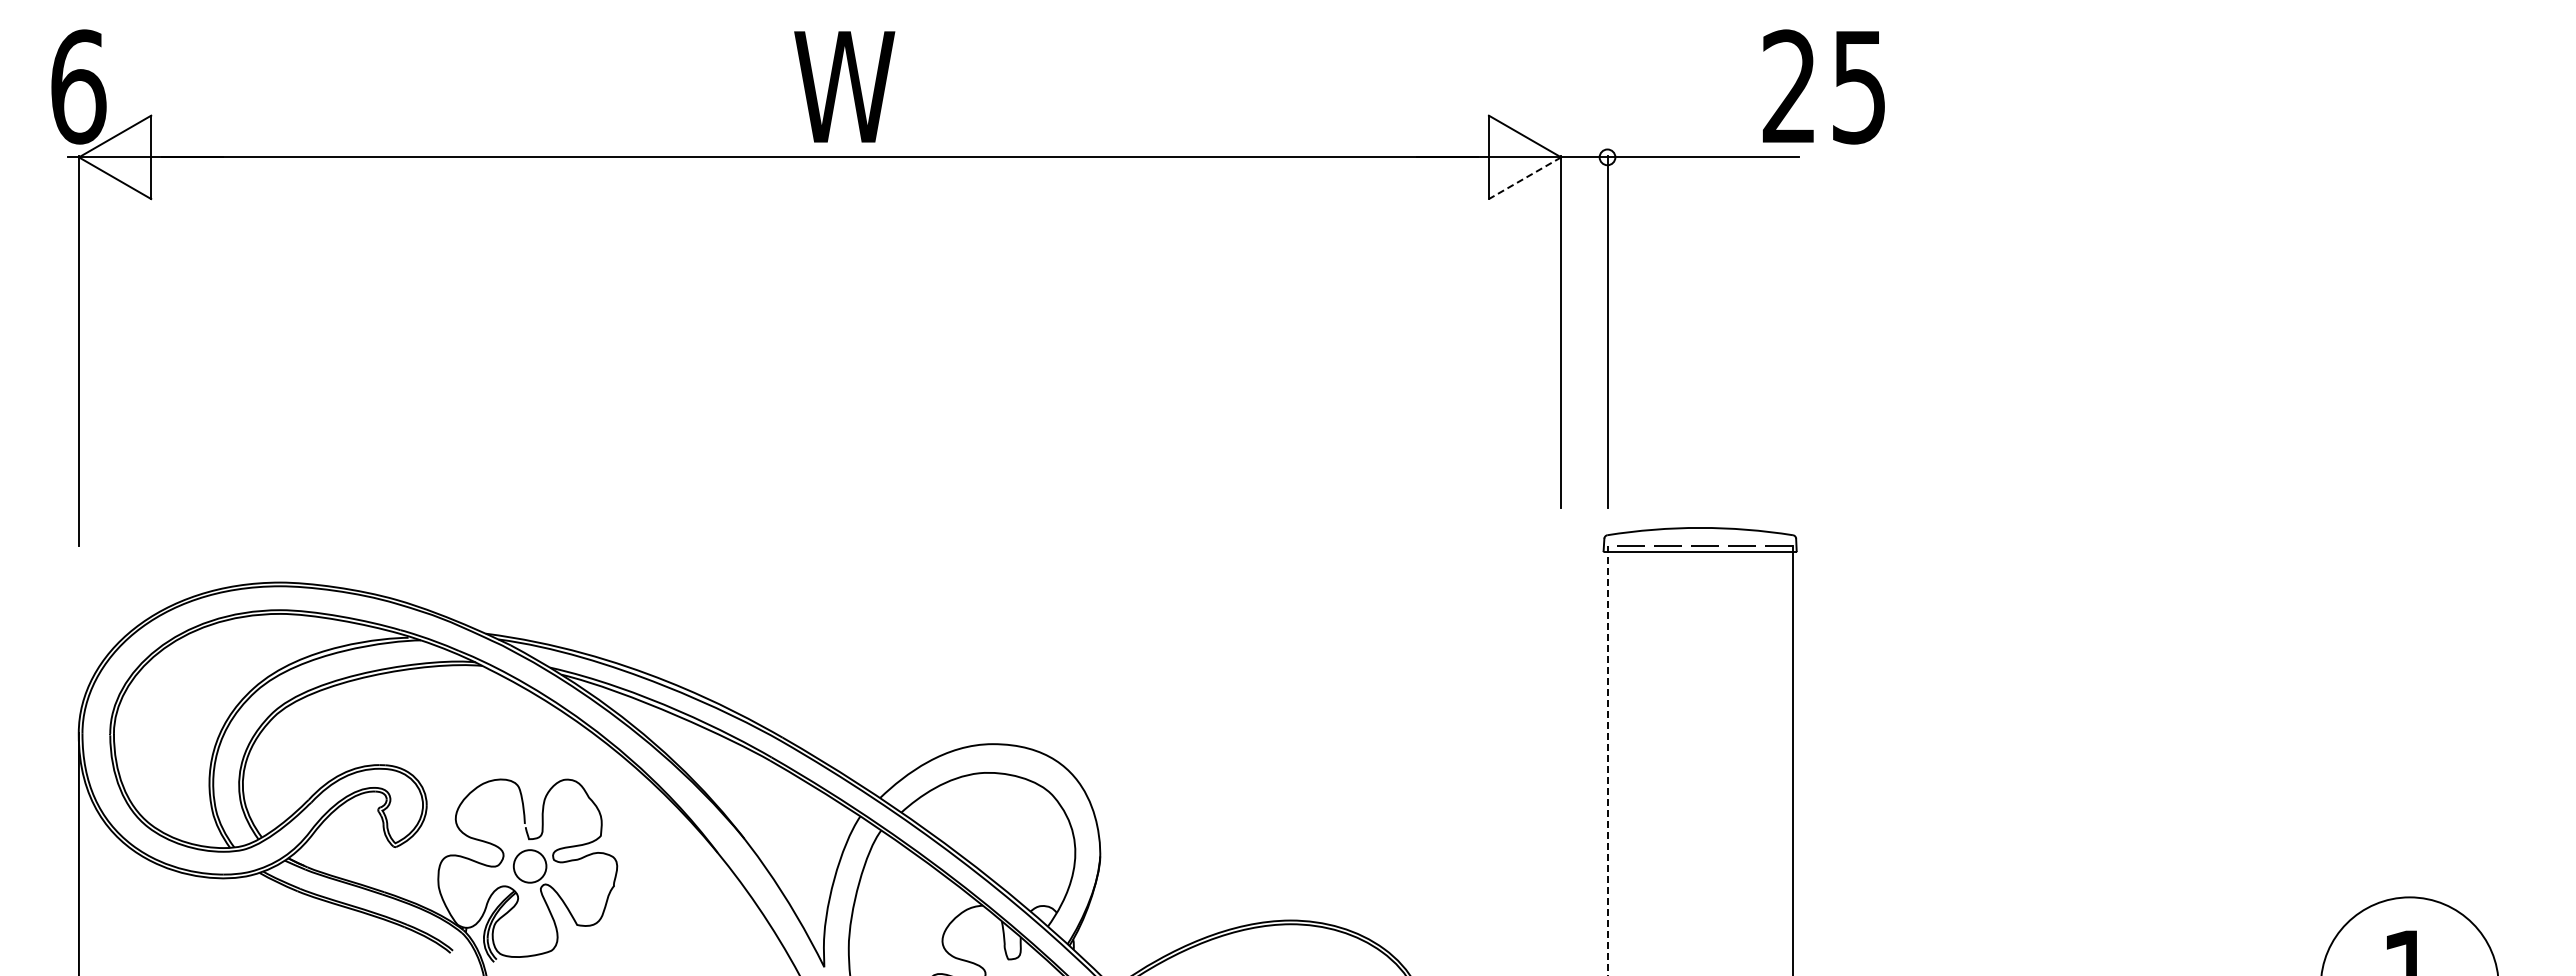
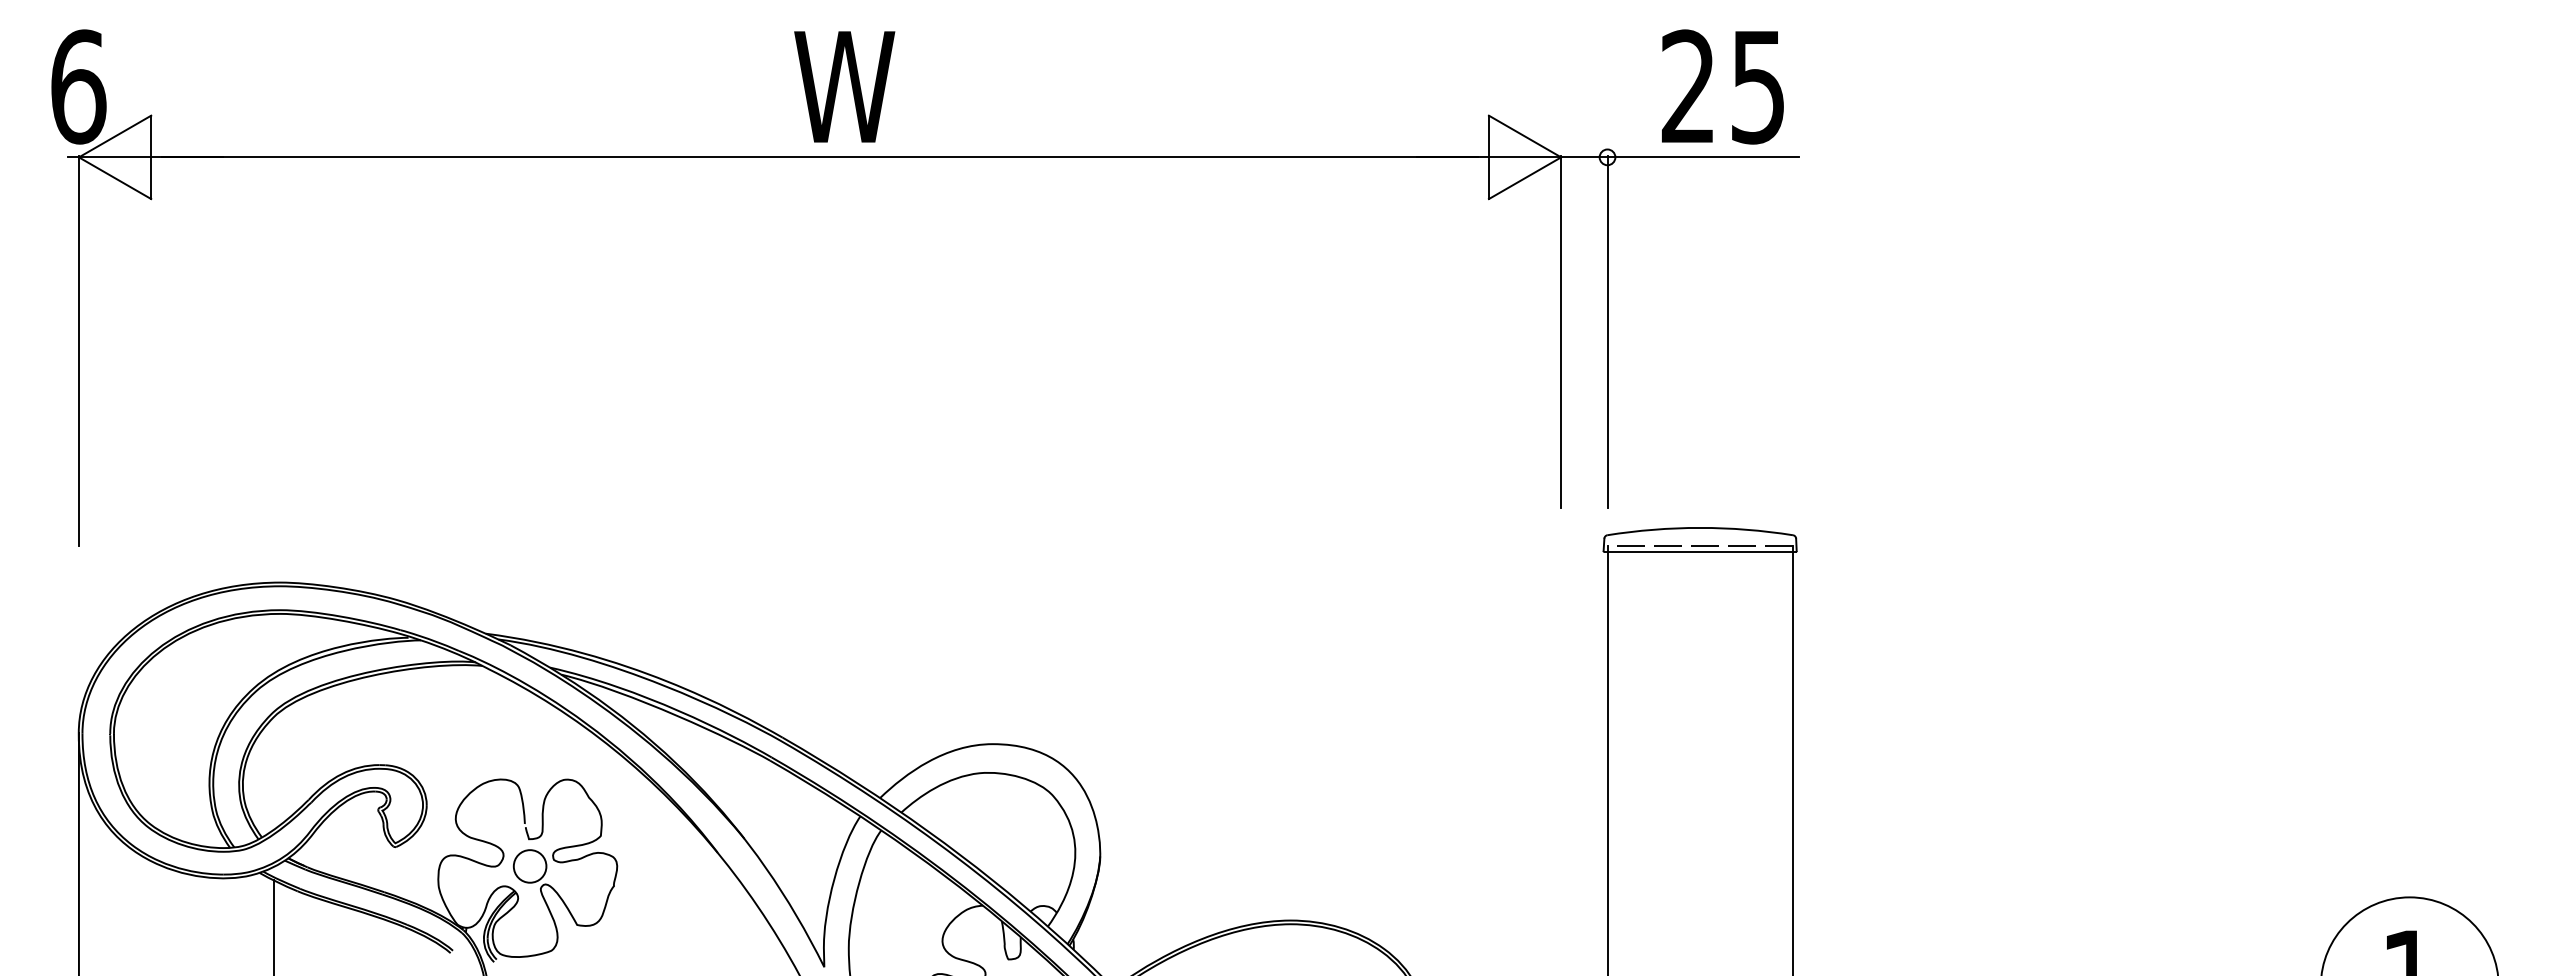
text at (1823, 86) position: (1823, 86) -> (1722, 86)
line at (1525, 178): dashed -> solid
line at (1607, 760): dashed -> solid
line at (273, 926): none -> present
